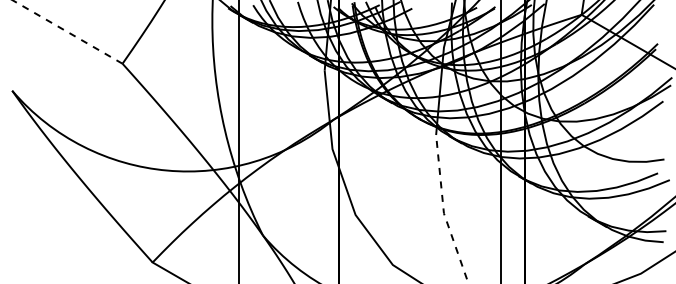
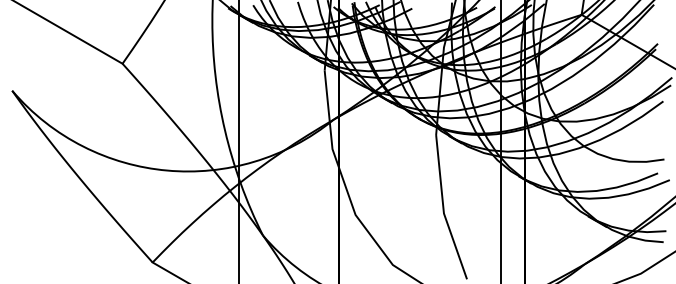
line at (67, 31): dashed -> solid
line at (443, 209): dashed -> solid
